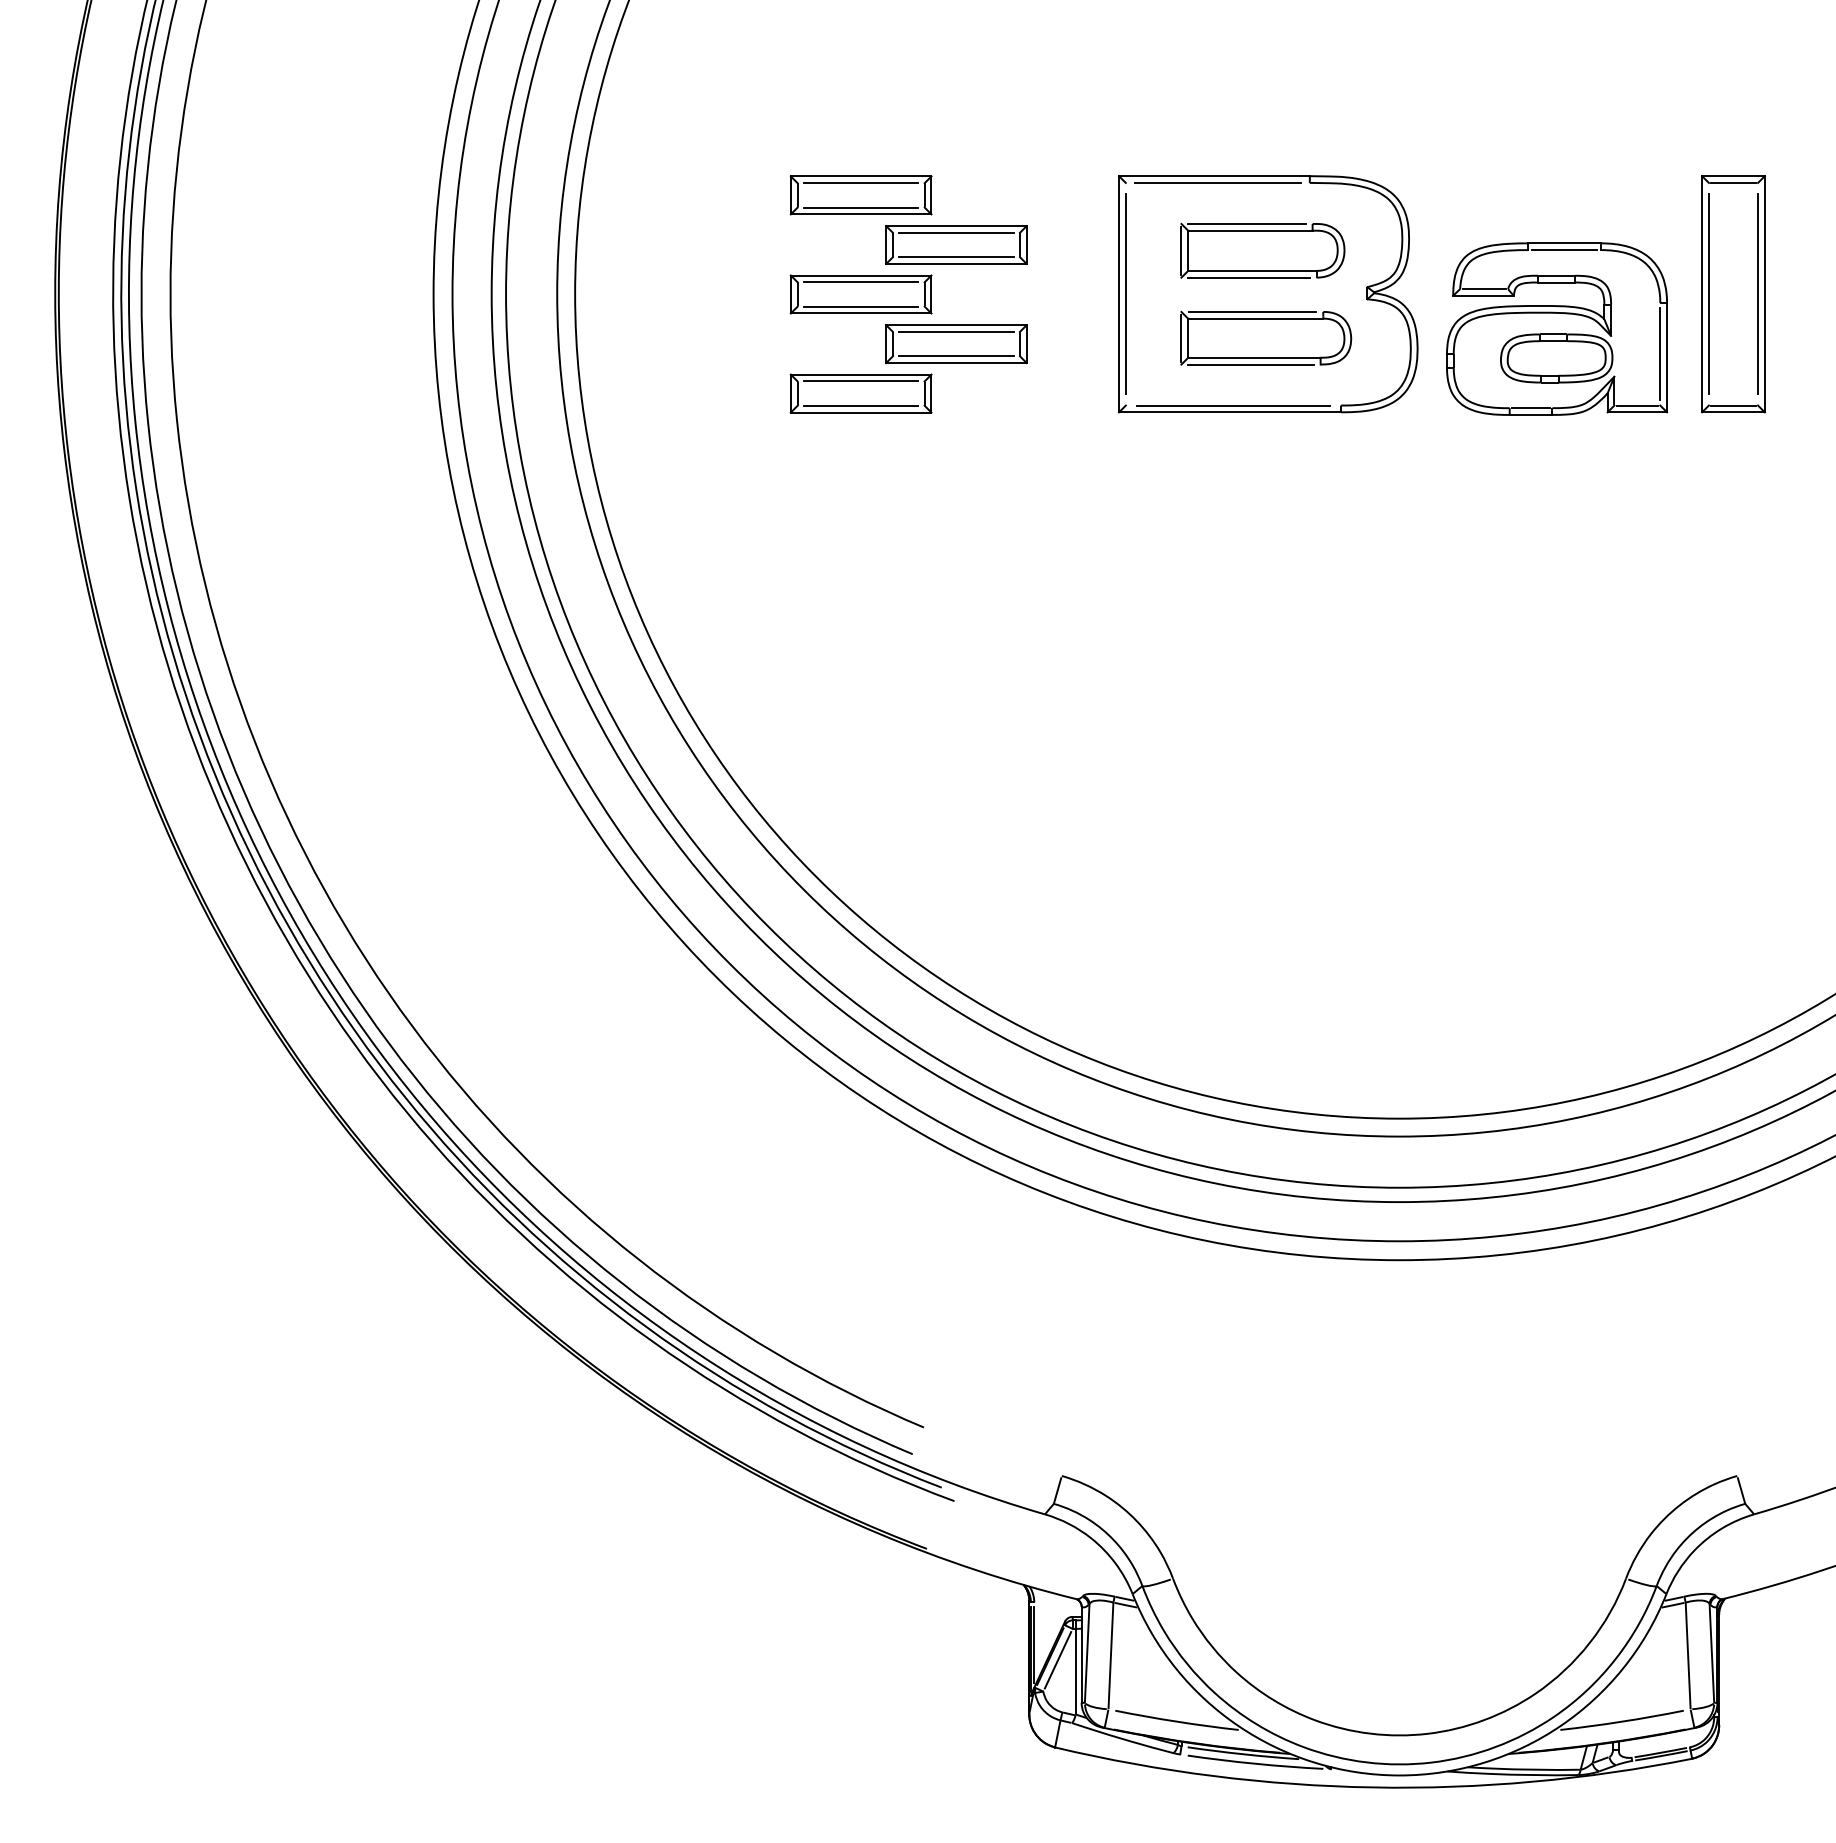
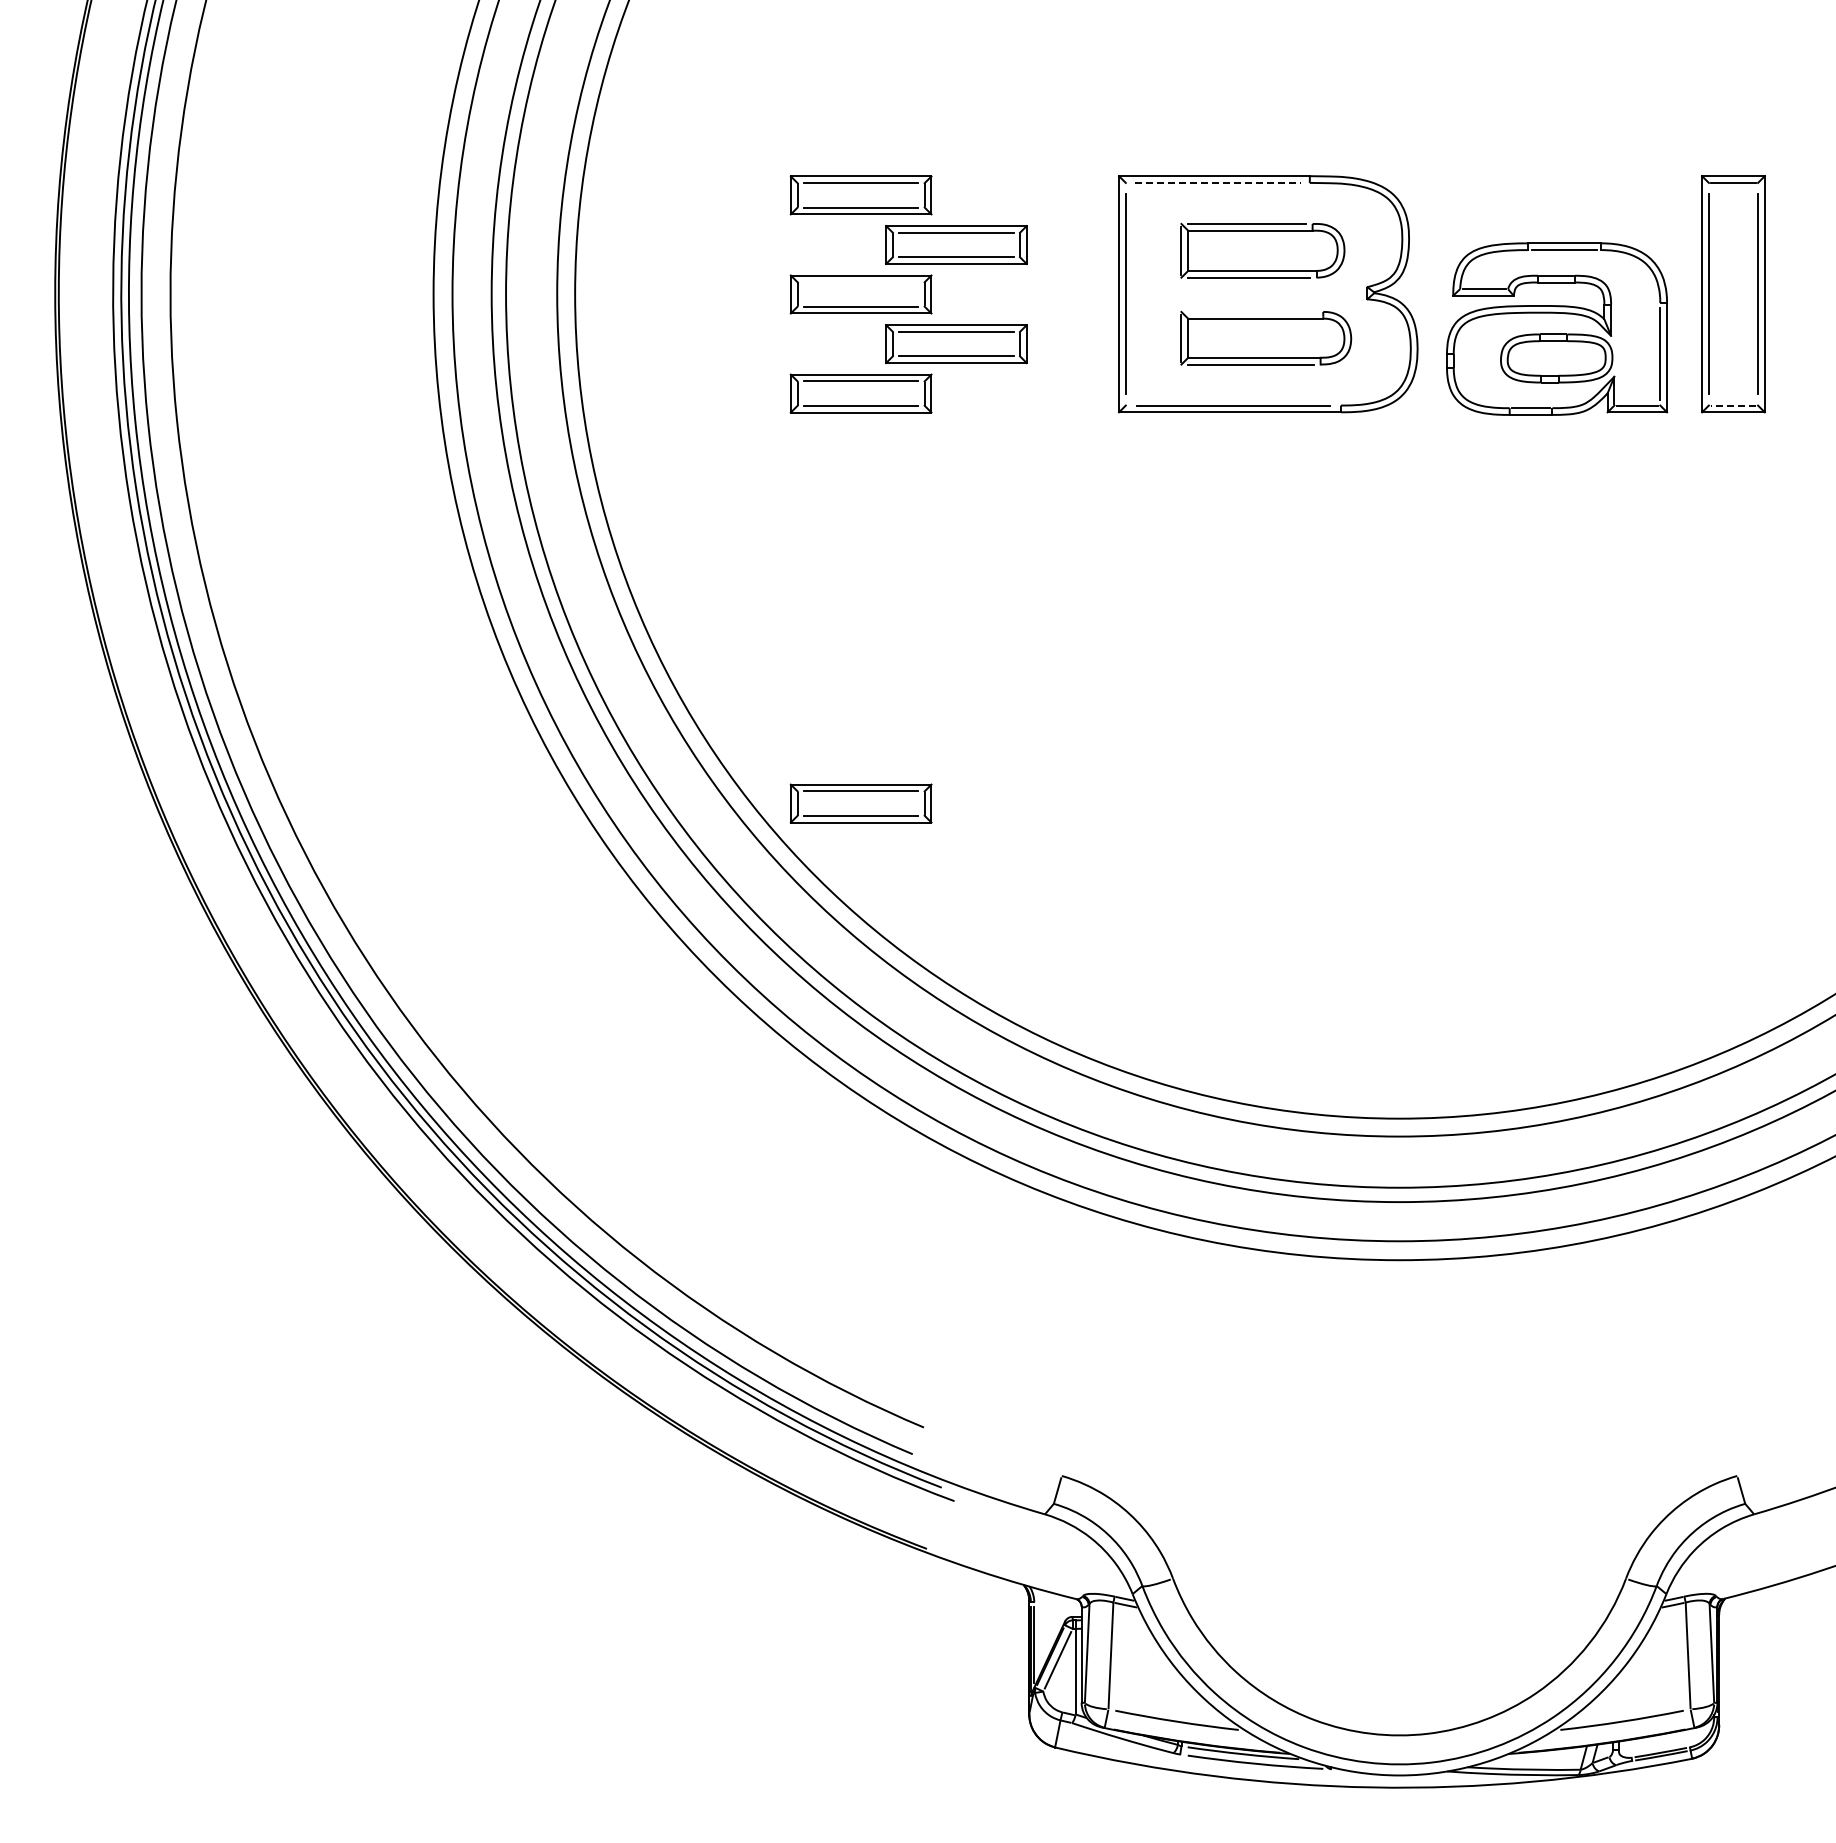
line at (1217, 182): solid -> dashed
line at (860, 282): present -> none
line at (1252, 311): present -> none
line at (1732, 405): solid -> dashed
part at (860, 803): none -> present
